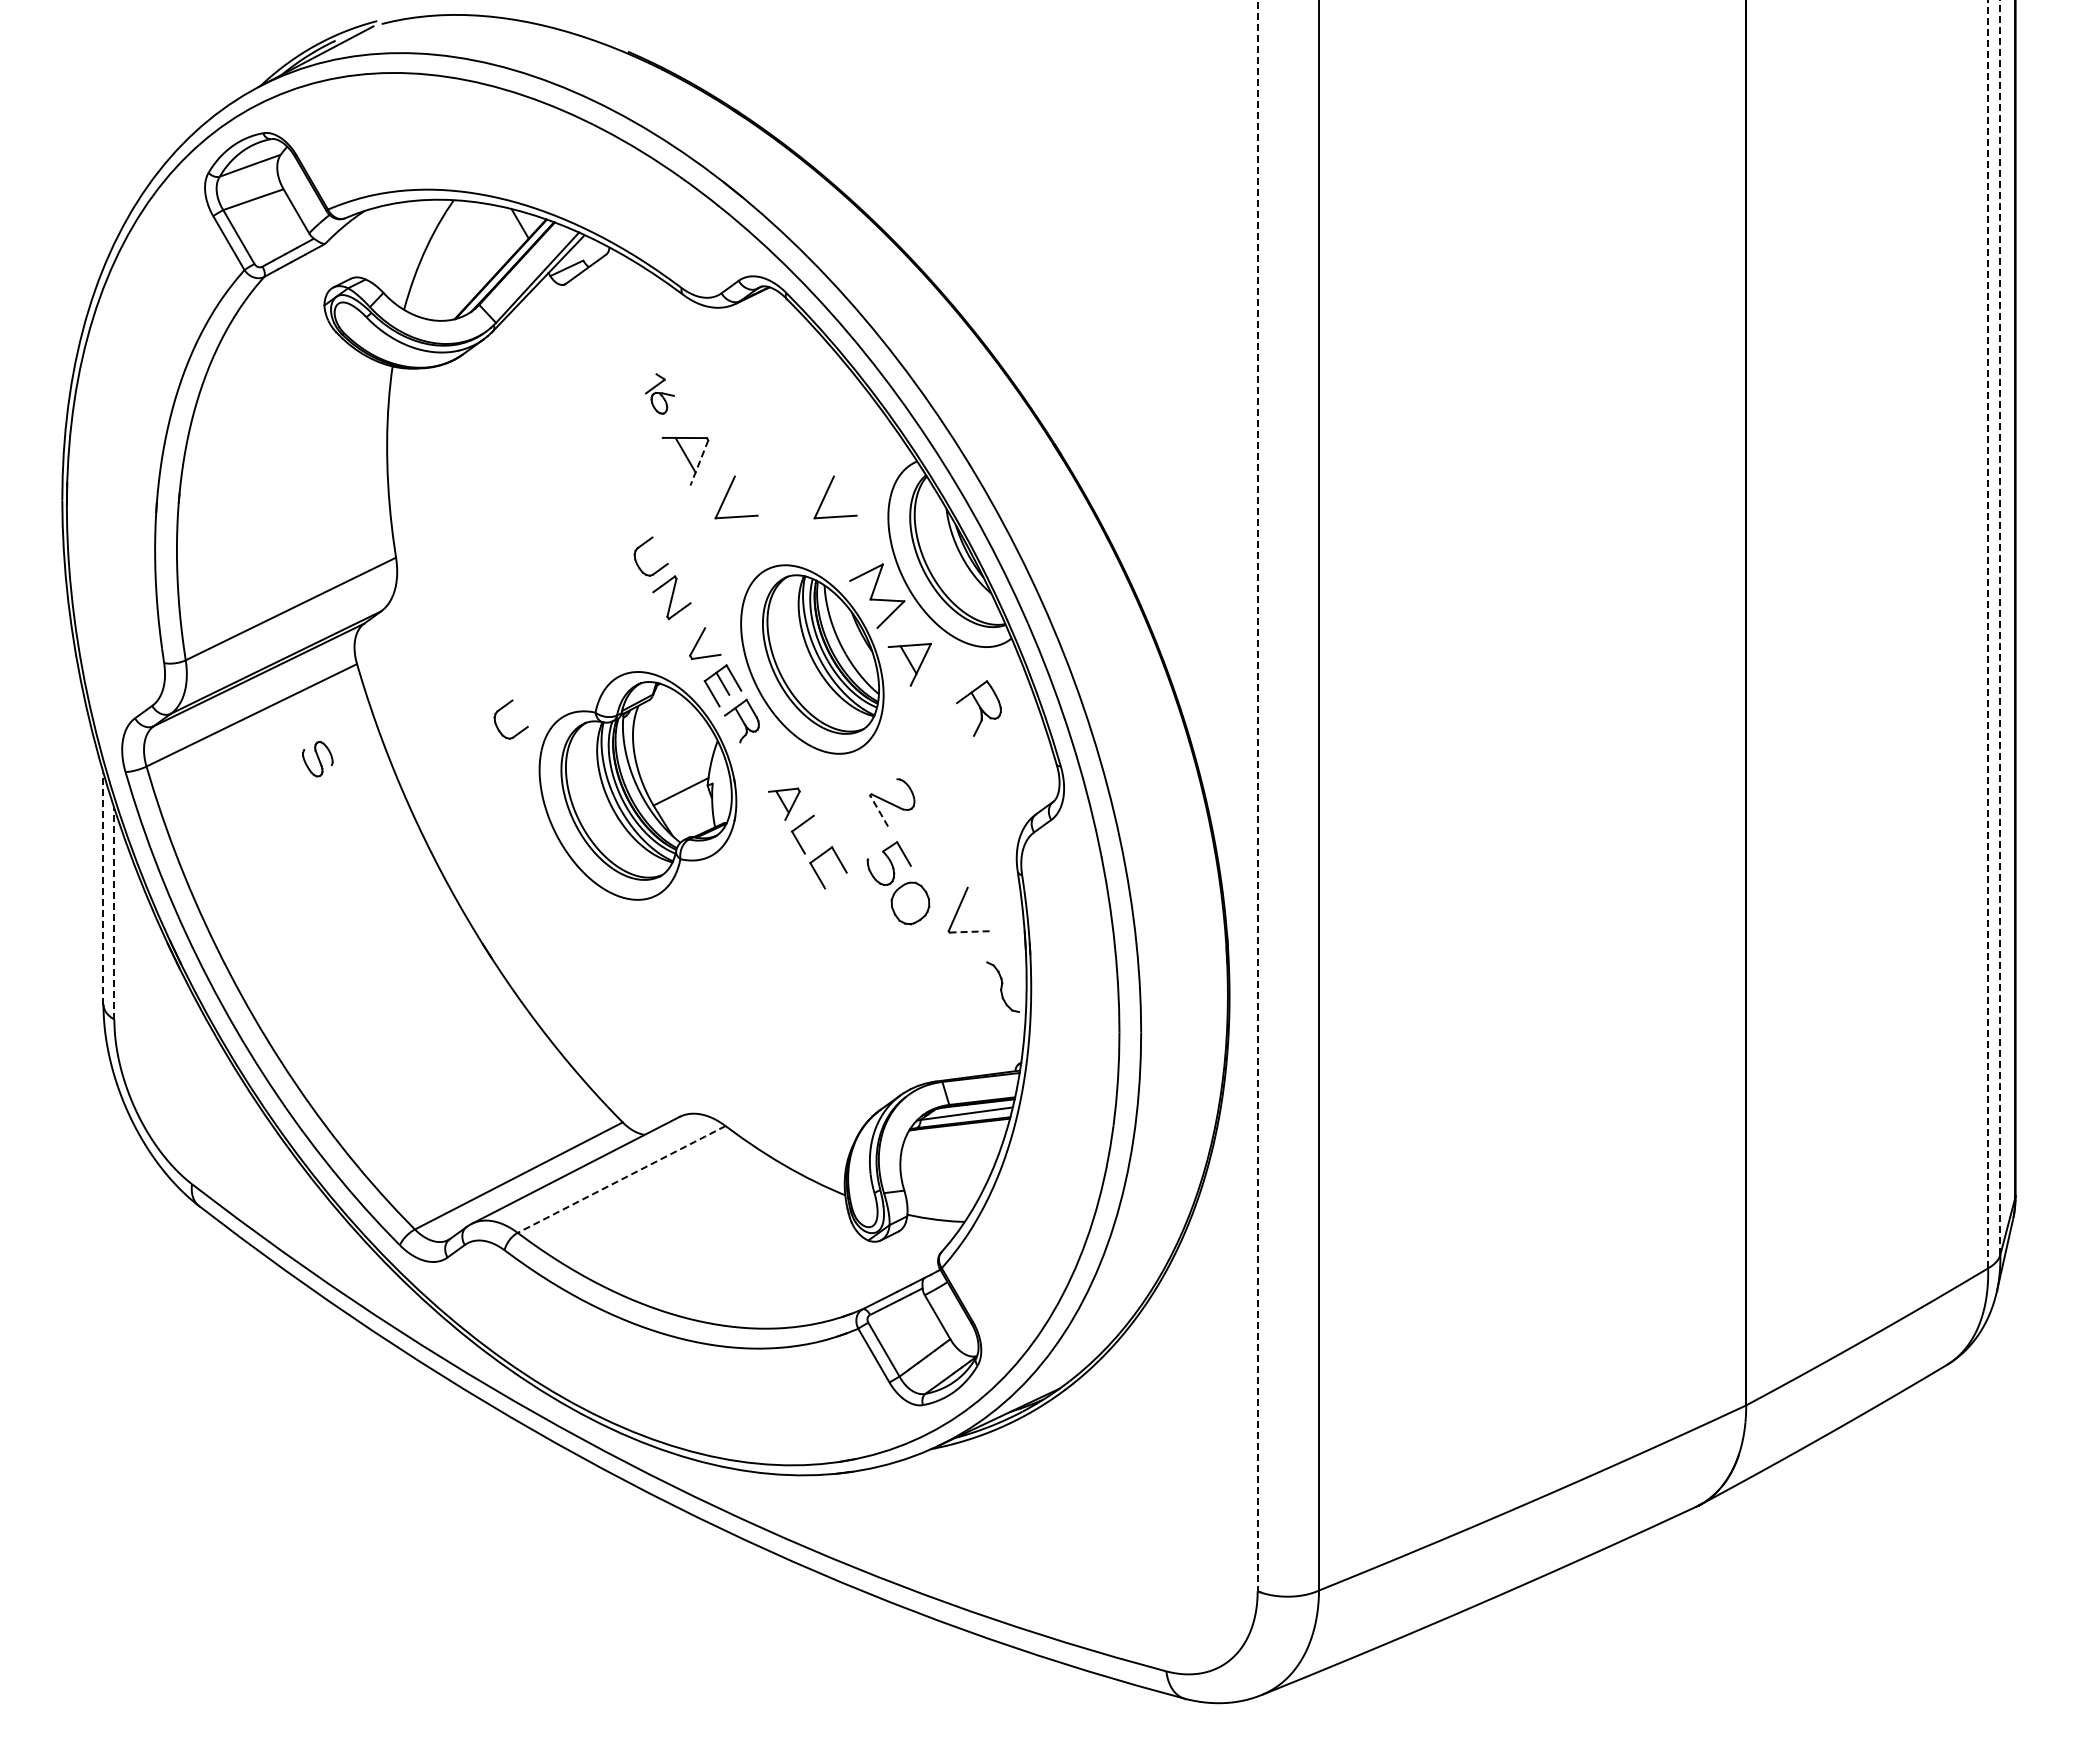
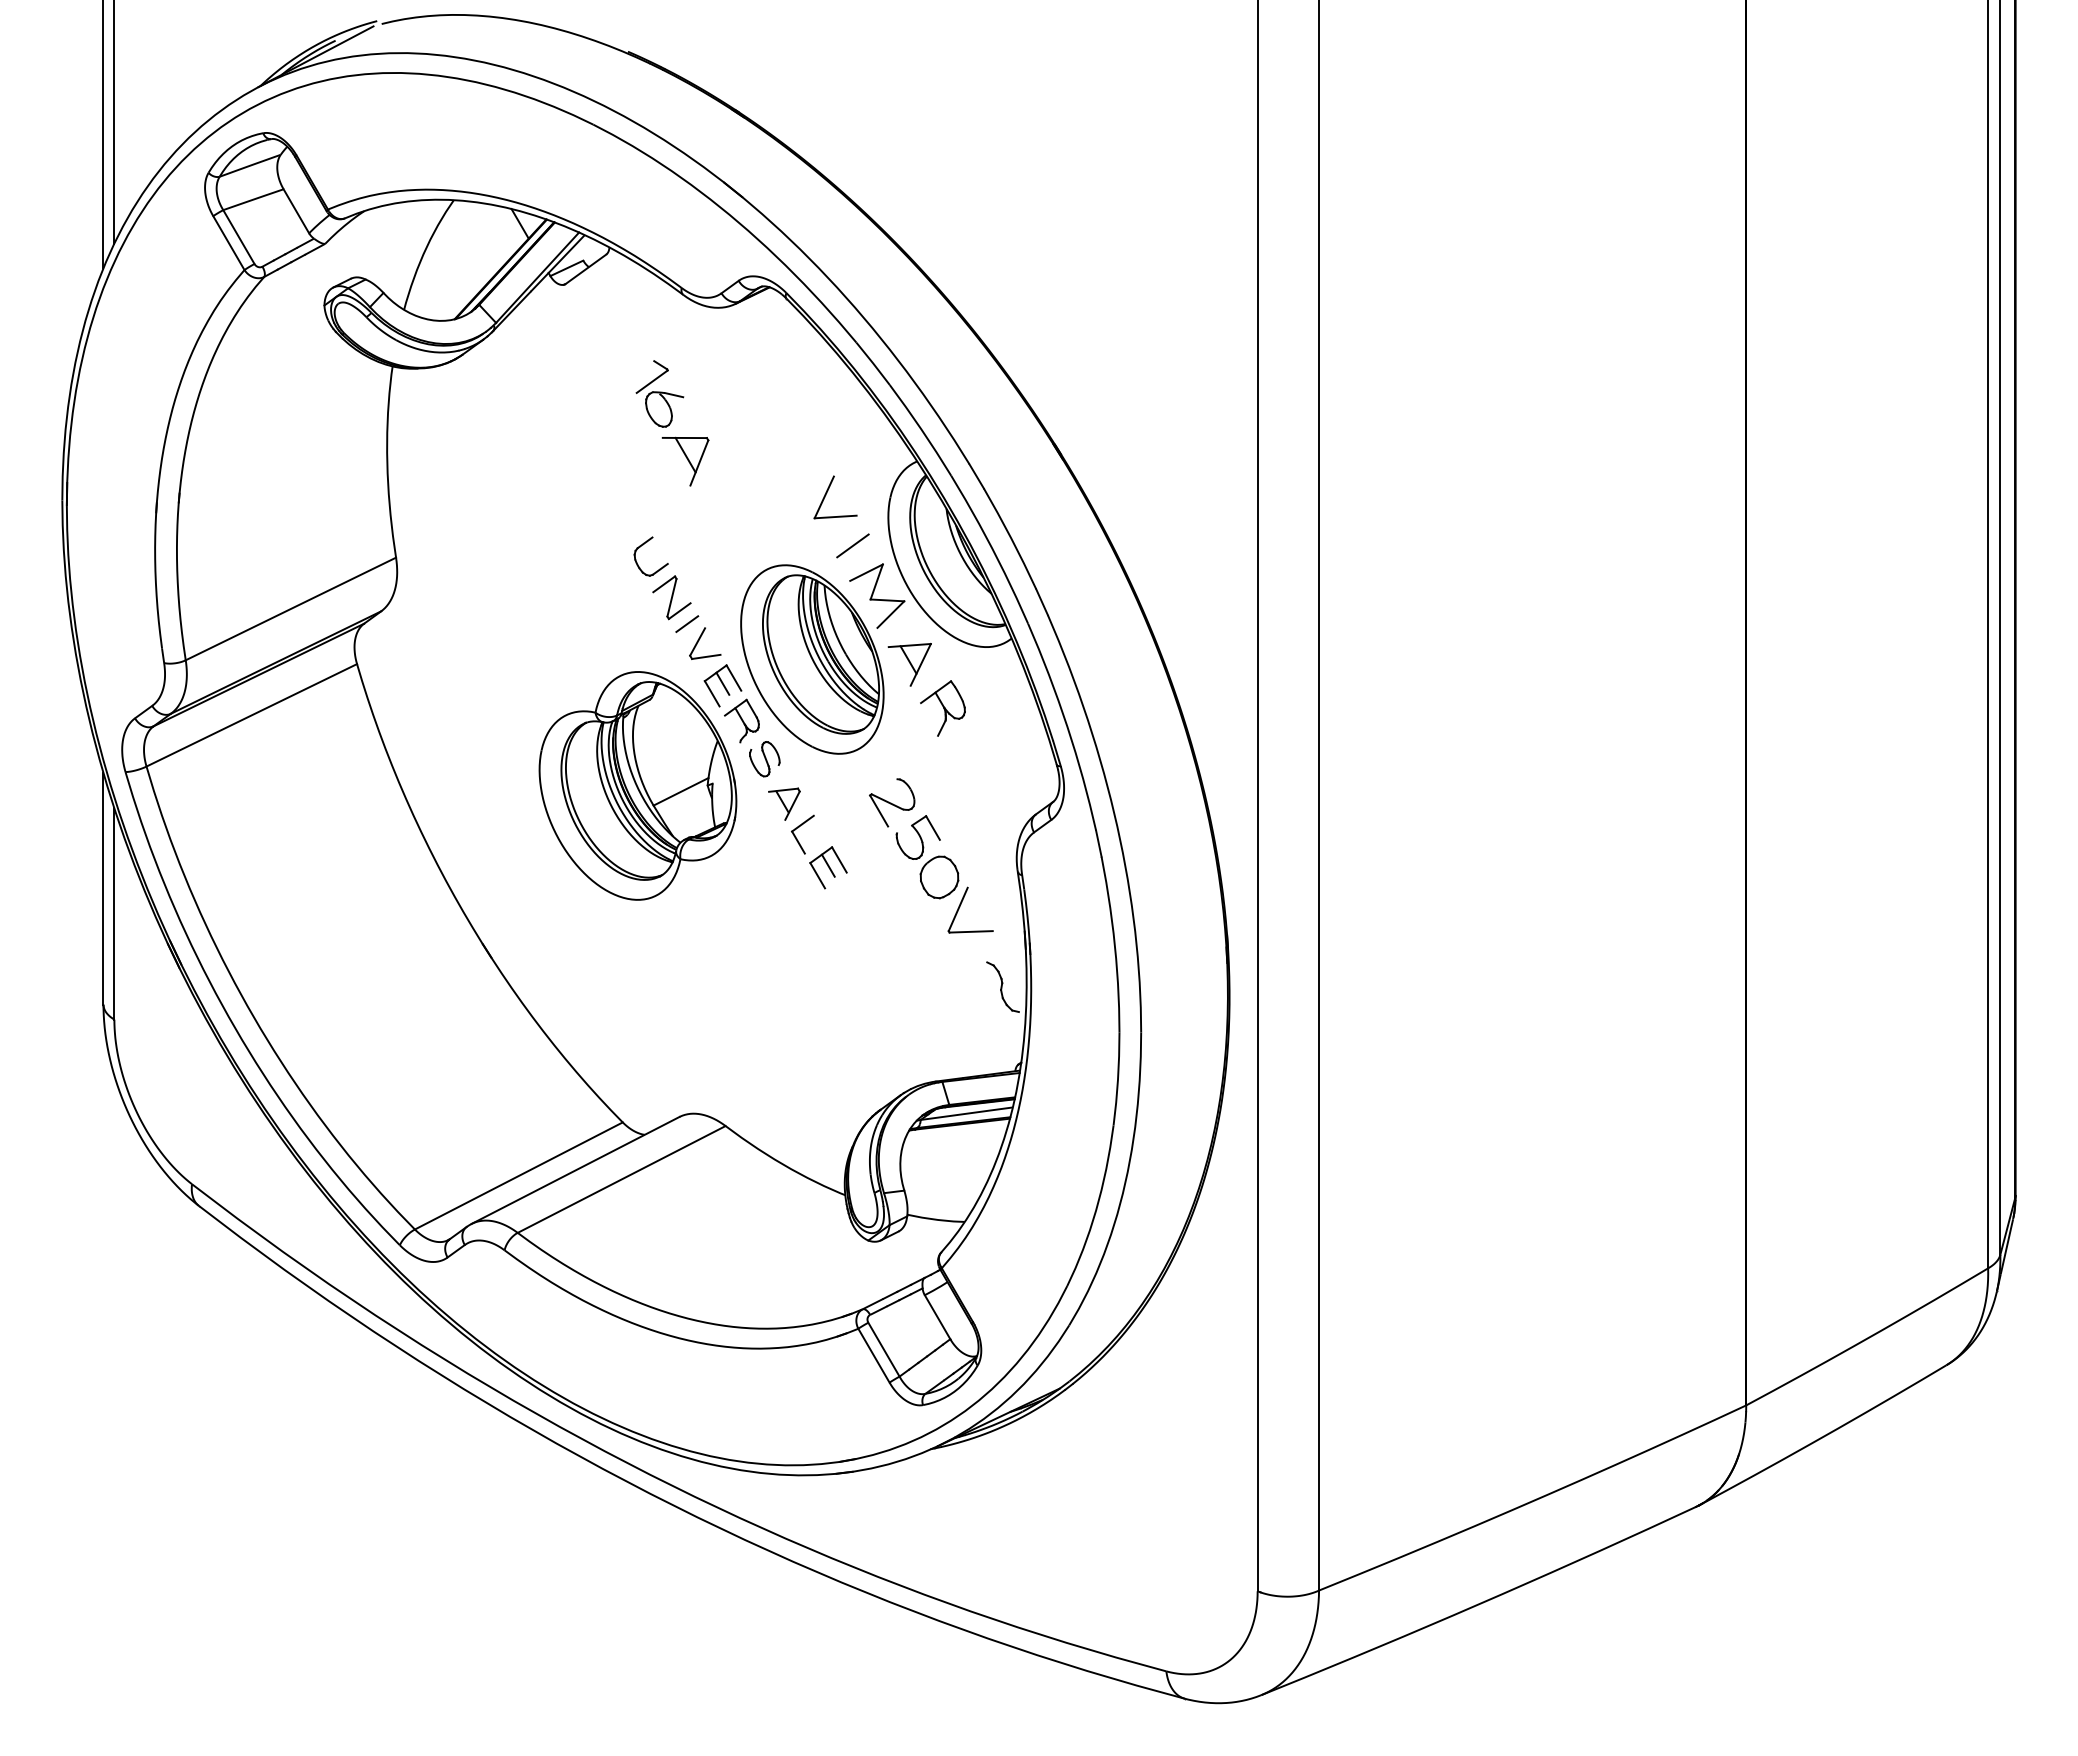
line at (114, 122): none -> present
line at (103, 135): none -> present
part at (659, 393) size: 30x42 px -> 50x68 px
line at (699, 463): dashed -> solid
part at (728, 493): present -> none
line at (852, 545): none -> present
line at (687, 623): none -> present
line at (2000, 627): dashed -> solid
line at (1988, 634): dashed -> solid
part at (503, 708): present -> none
part at (978, 708) position: (978, 708) -> (942, 708)
part at (317, 759) position: (317, 759) -> (764, 759)
line at (1257, 796): dashed -> solid
line at (879, 810): dashed -> solid
line at (827, 865): none -> present
part at (898, 883) position: (898, 883) -> (927, 857)
line at (103, 888): dashed -> solid
line at (114, 914): dashed -> solid
line at (971, 931): dashed -> solid
line at (621, 1179): dashed -> solid
